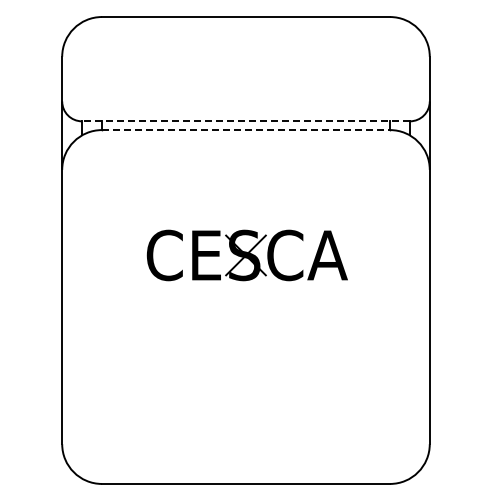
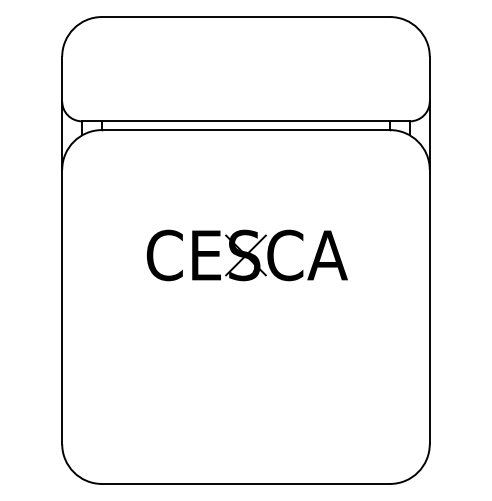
line at (246, 121): dashed -> solid
line at (246, 130): dashed -> solid
